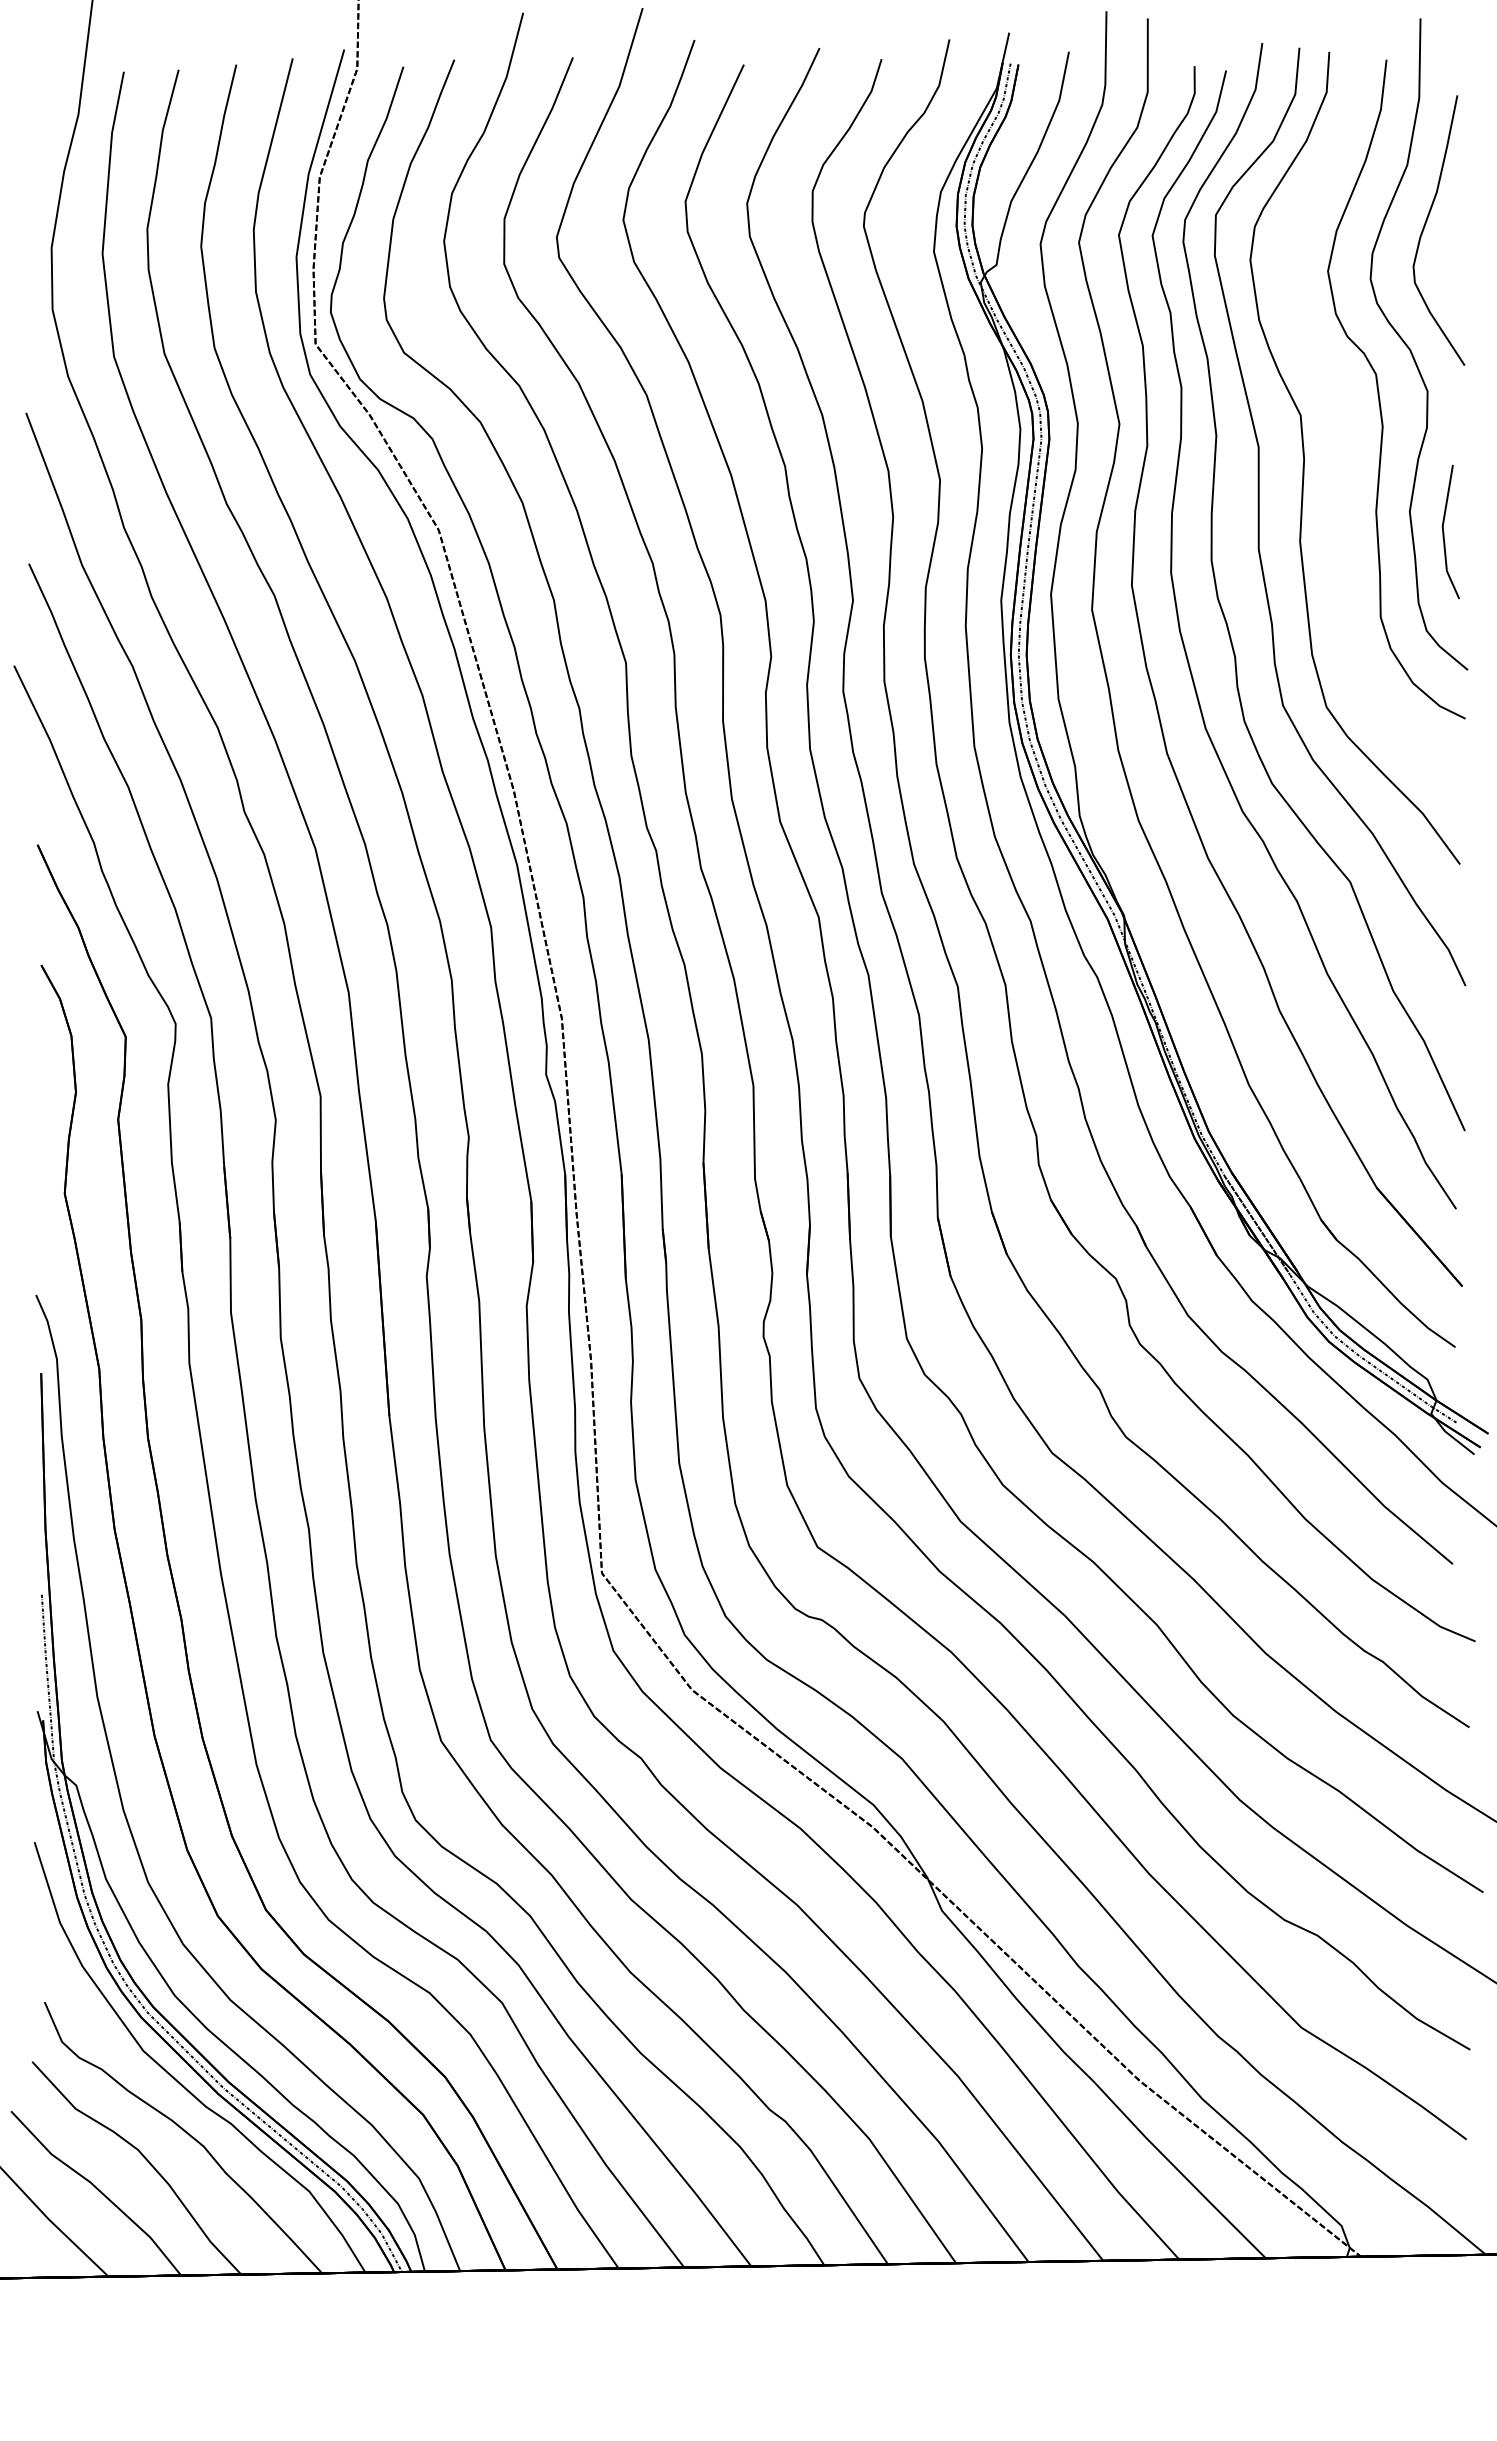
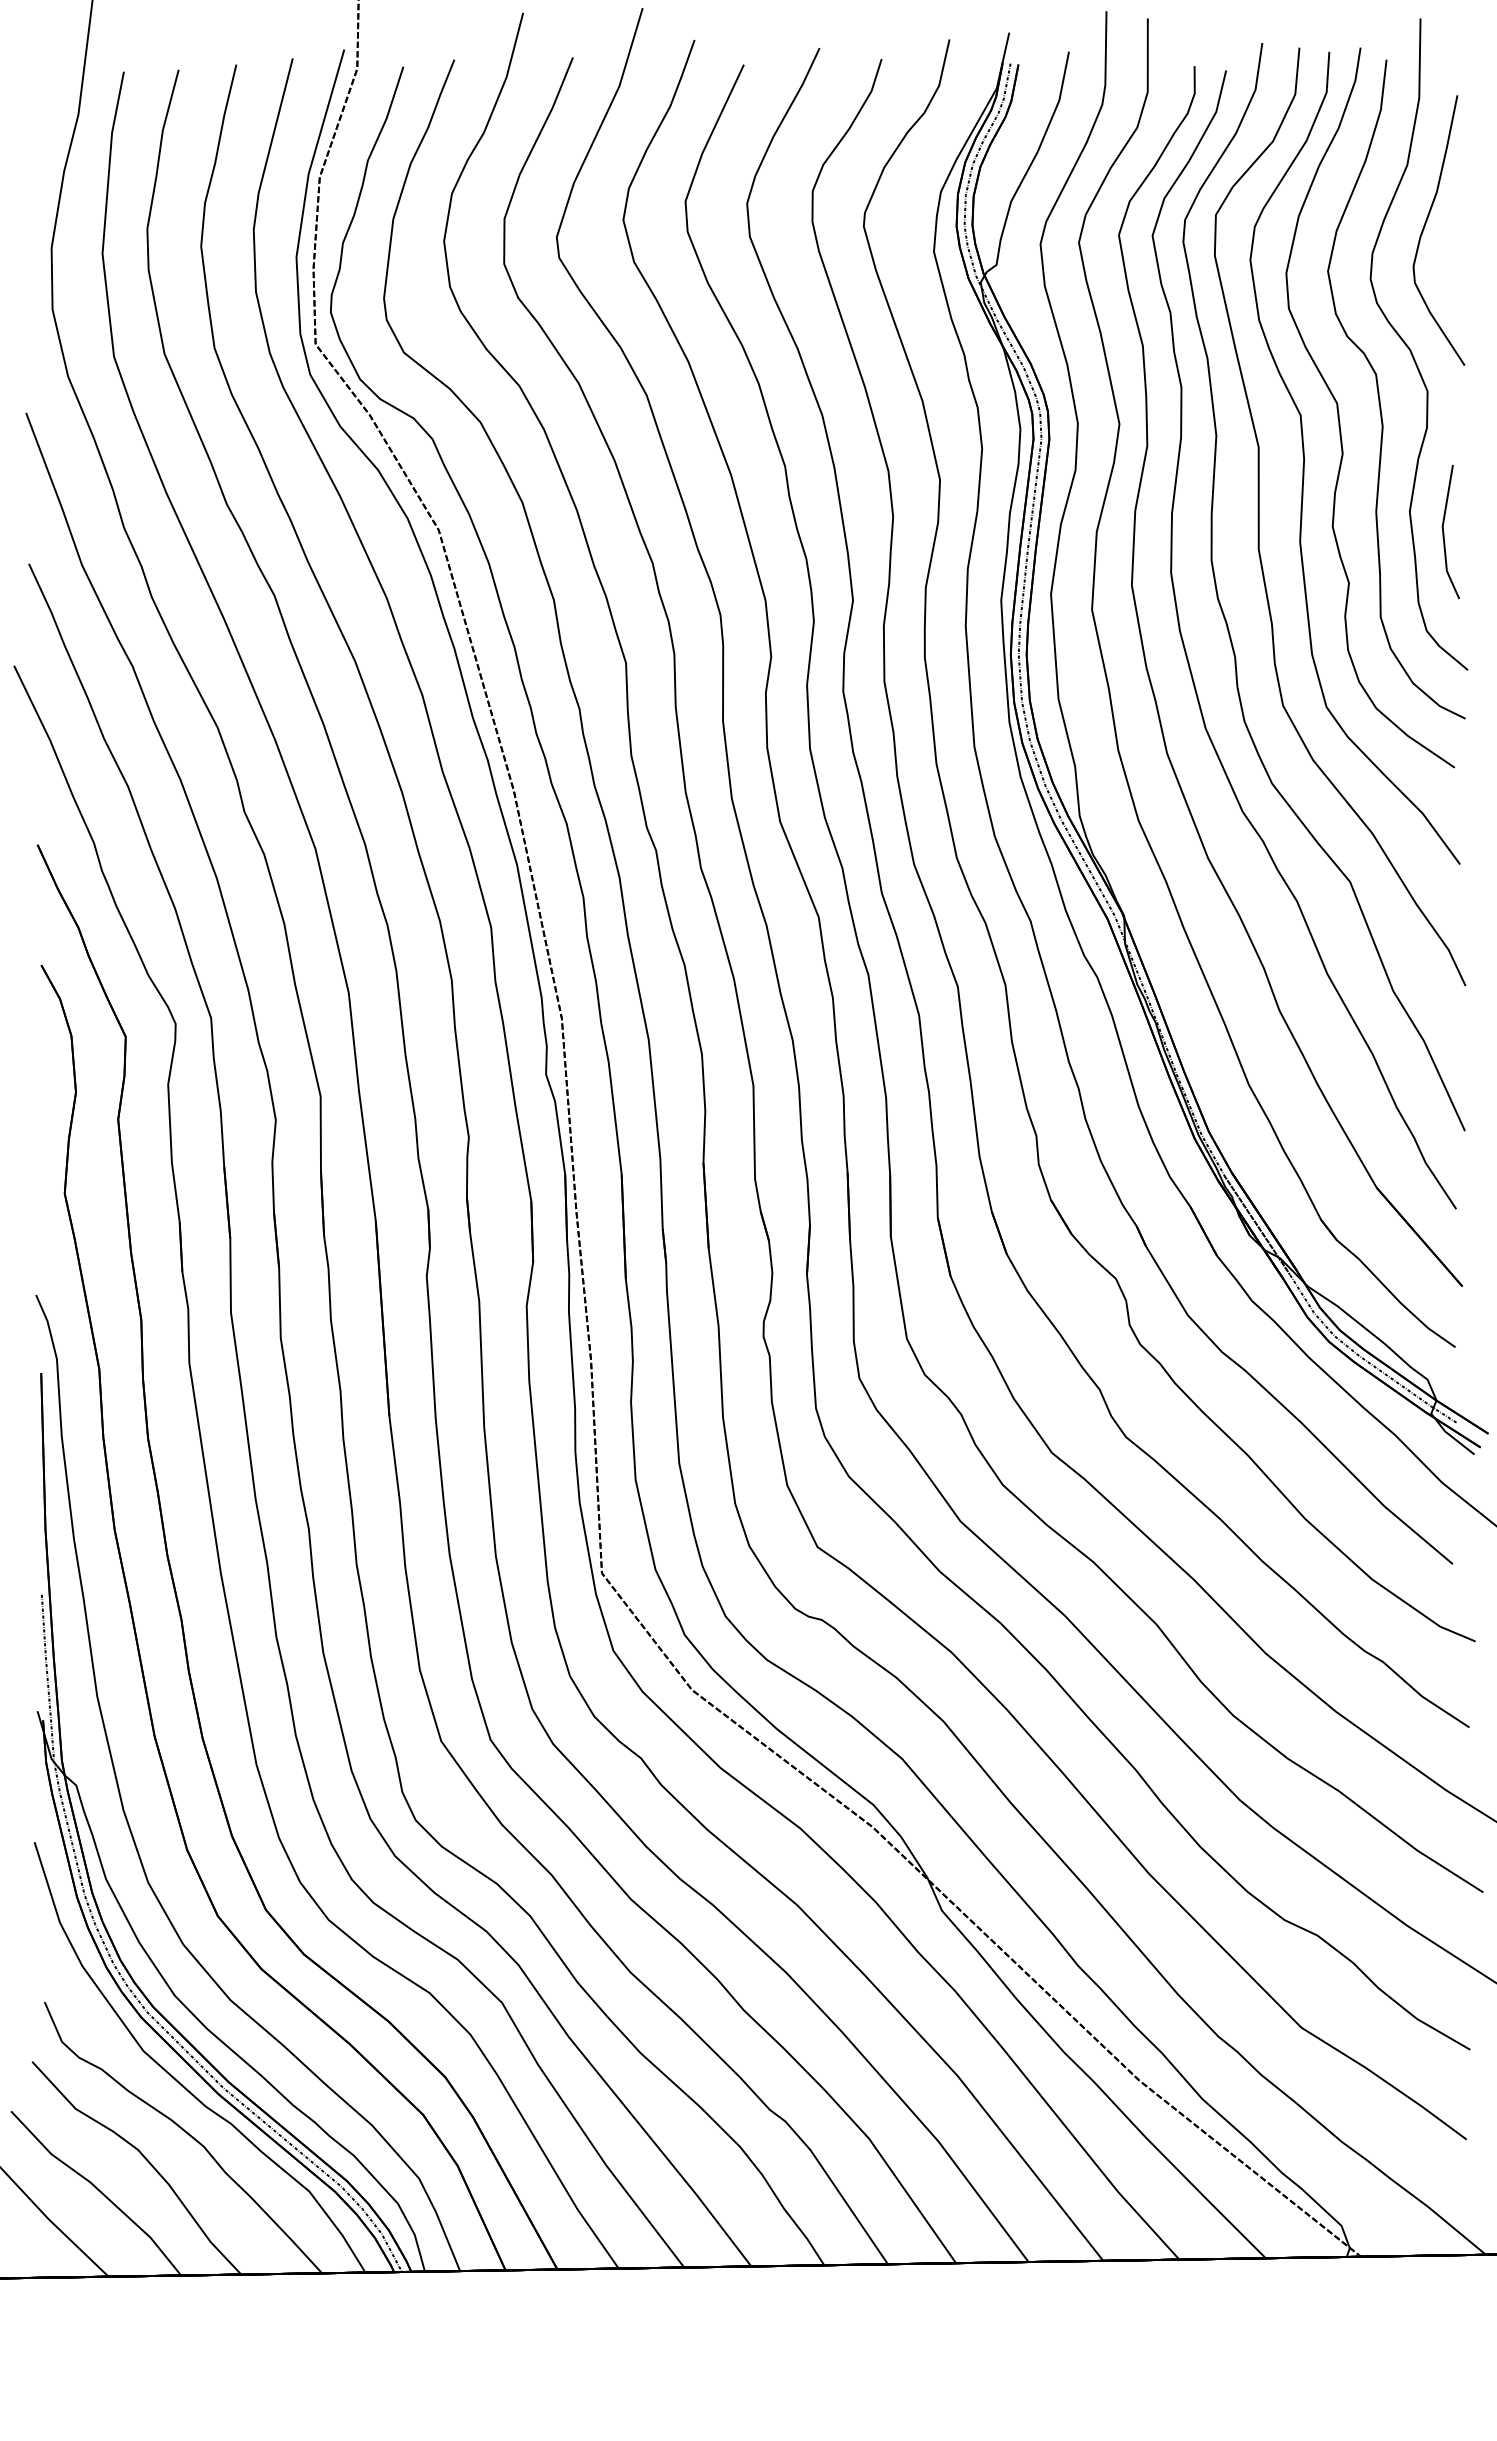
part at (1339, 412): none -> present
